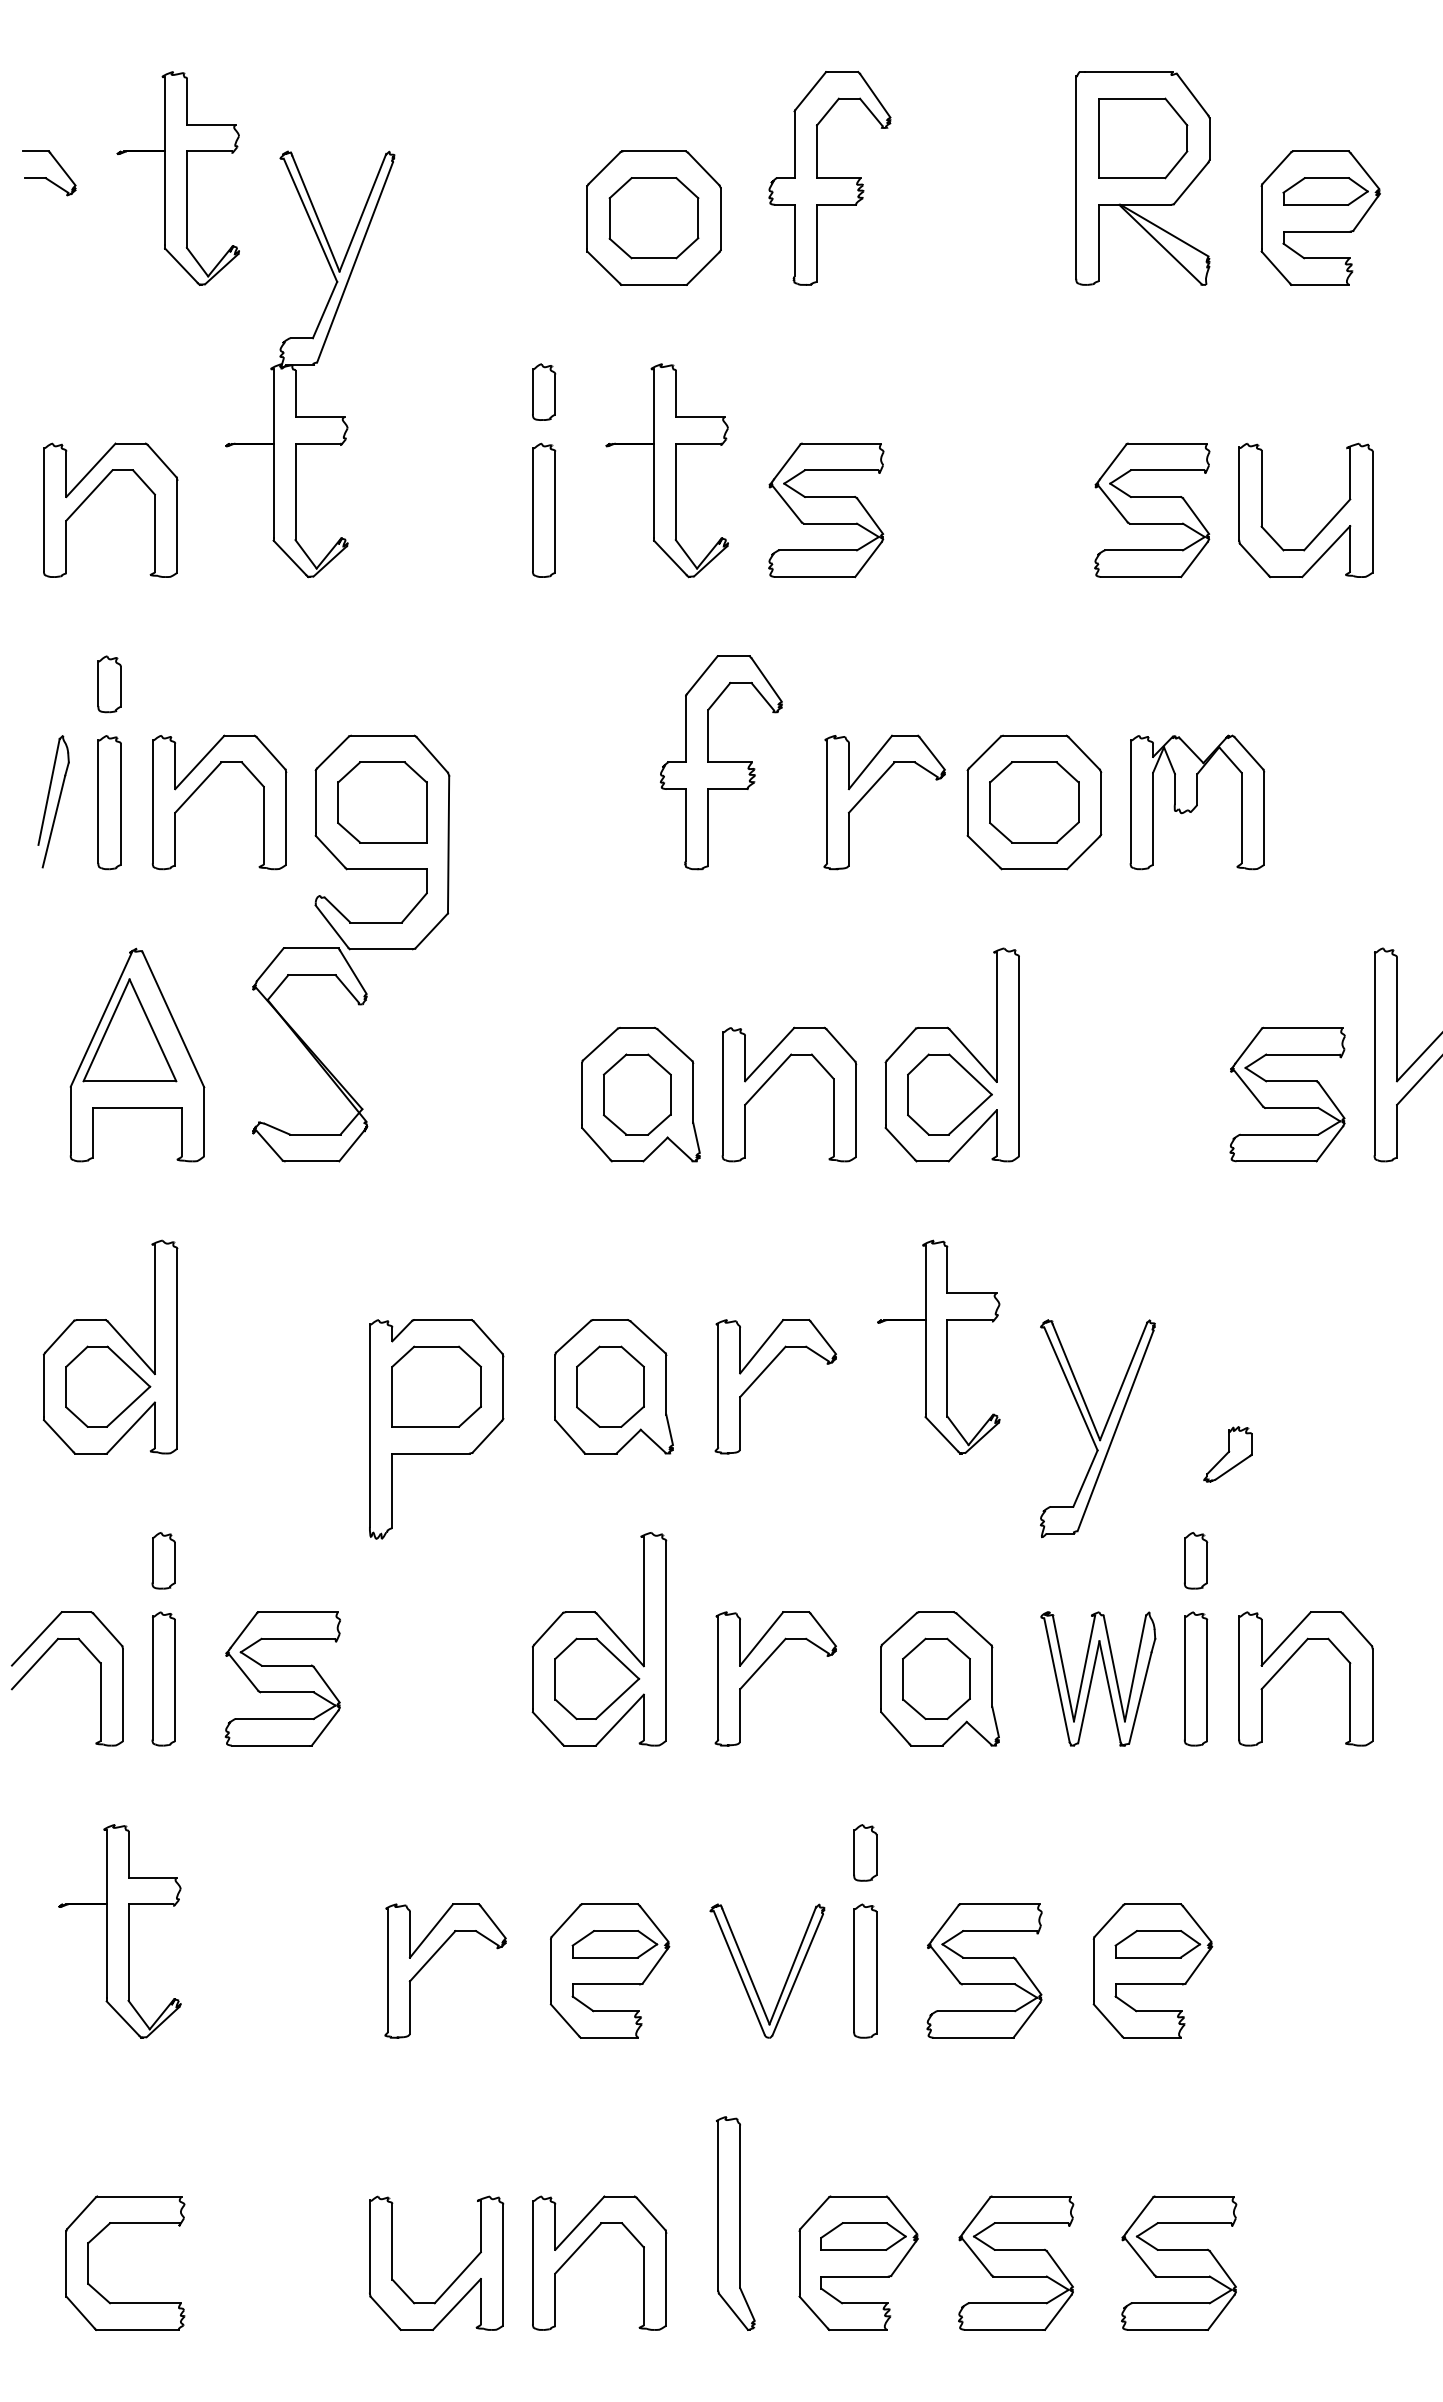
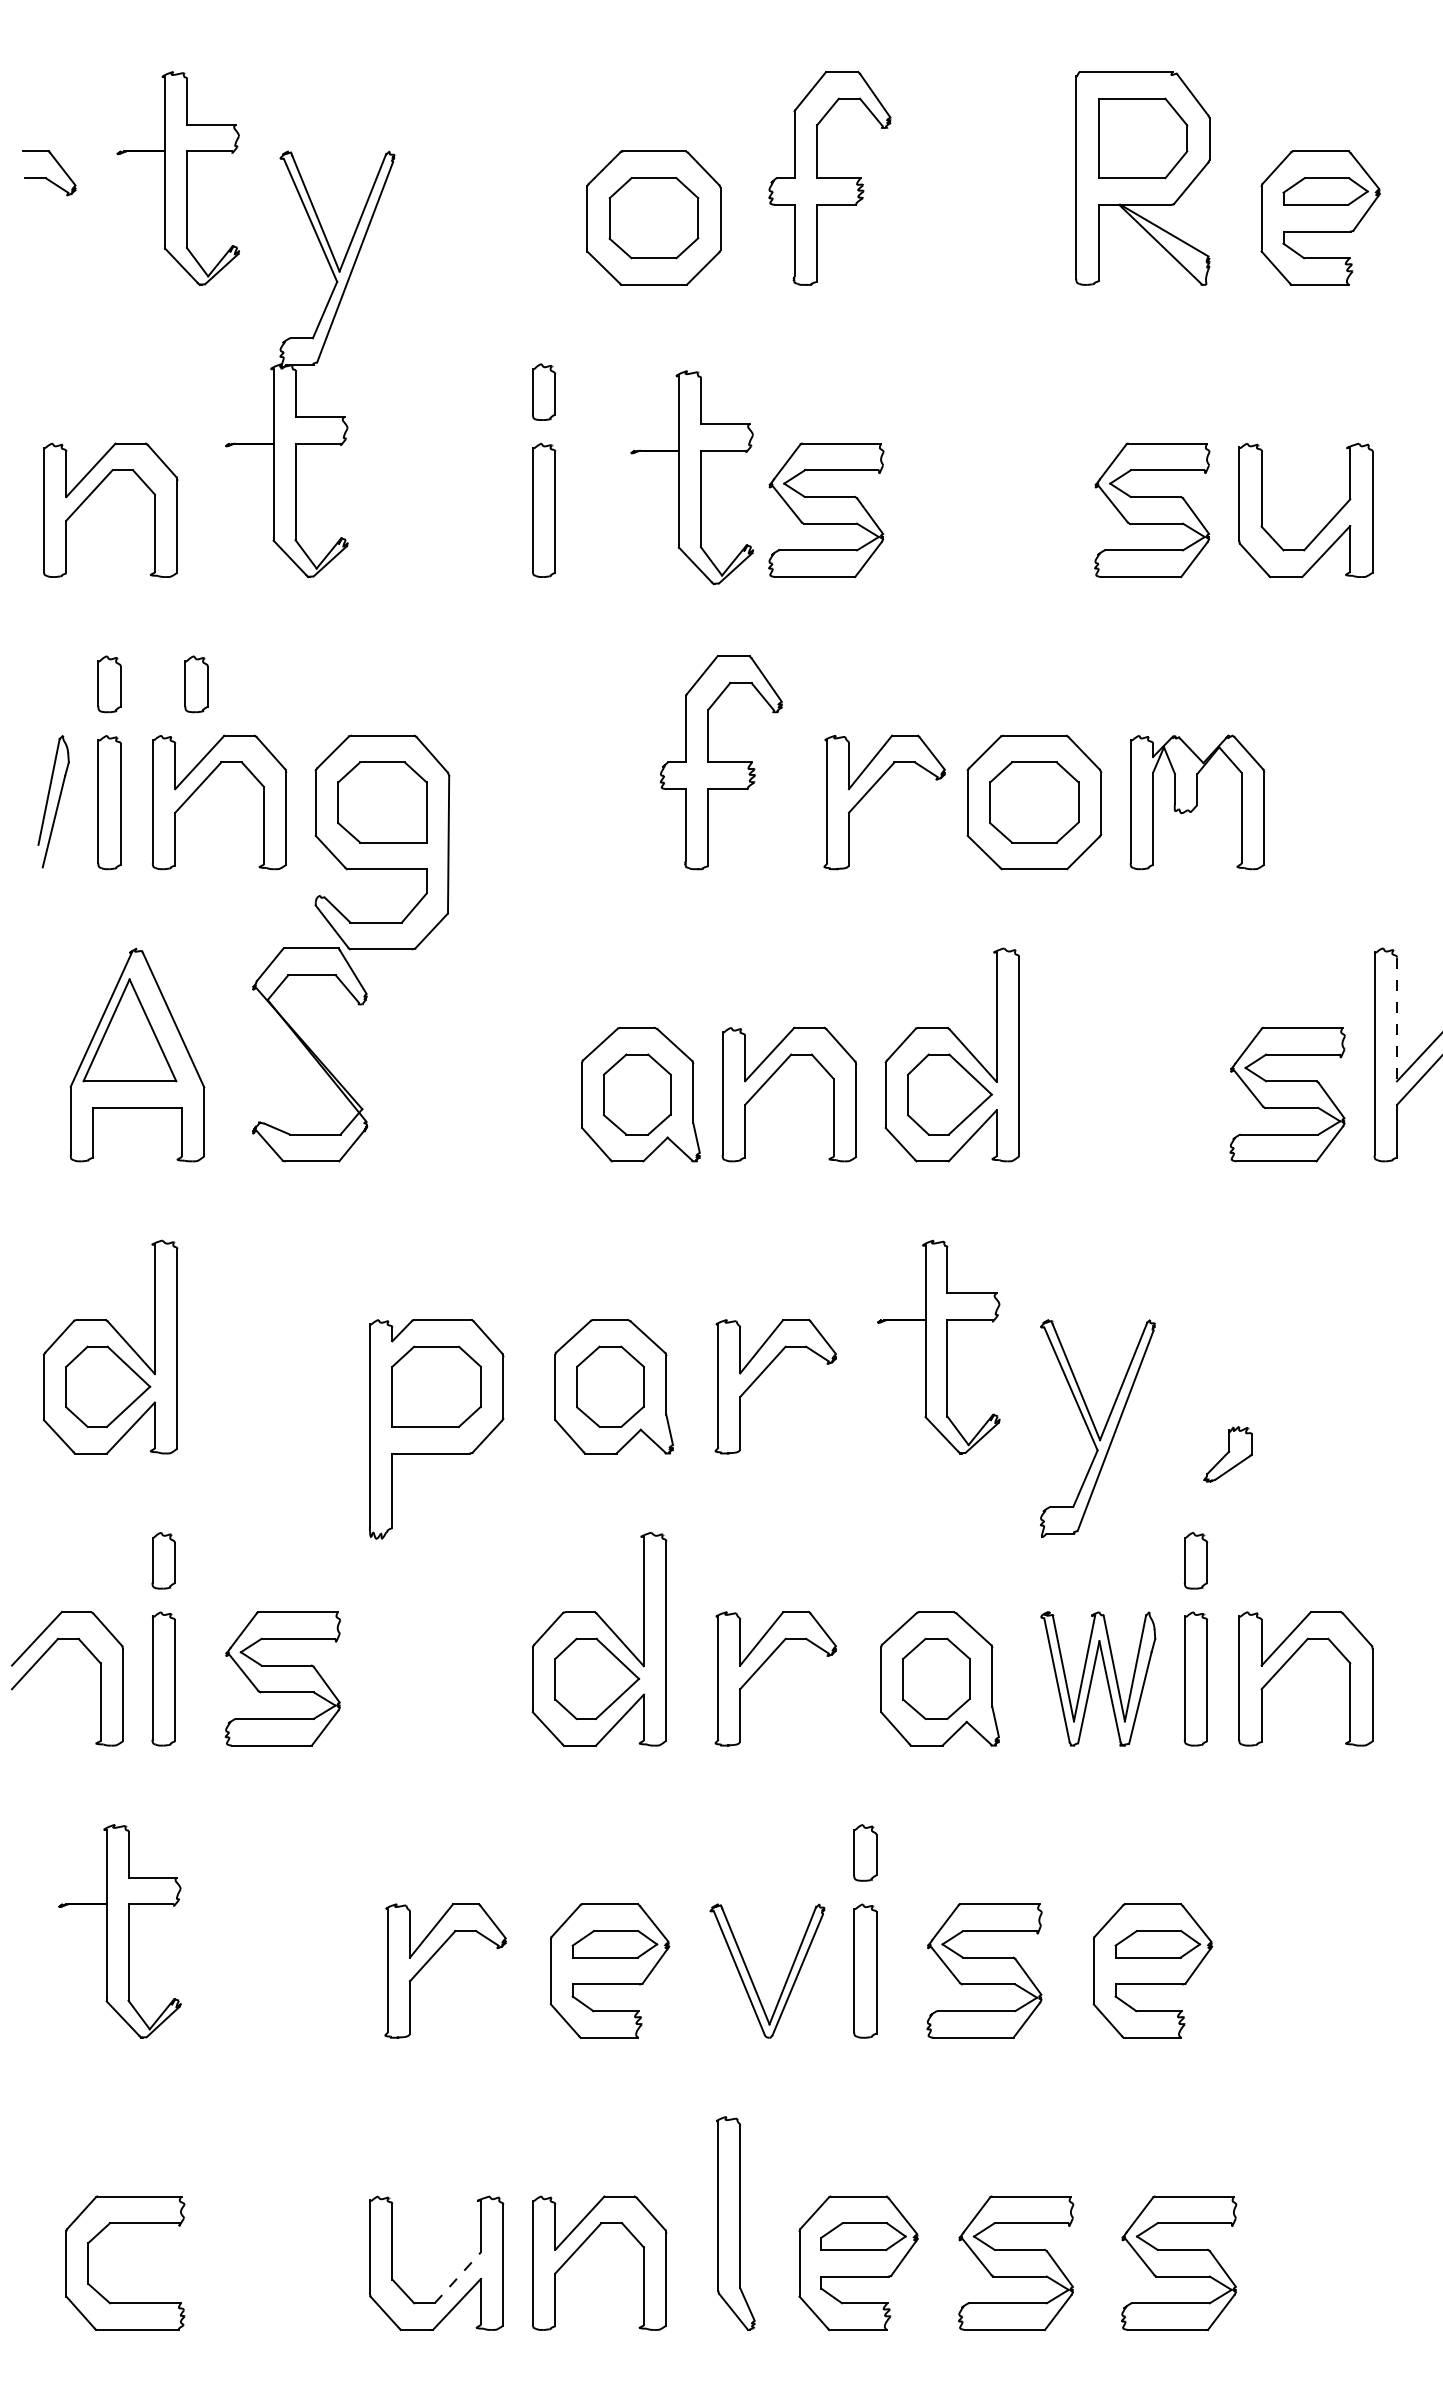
part at (666, 470) position: (666, 470) -> (691, 477)
part at (196, 684): none -> present
line at (1397, 1019): solid -> dashed
line at (458, 2277): solid -> dashed
